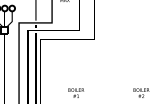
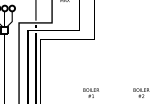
text at (75, 92) position: (75, 92) -> (90, 92)
